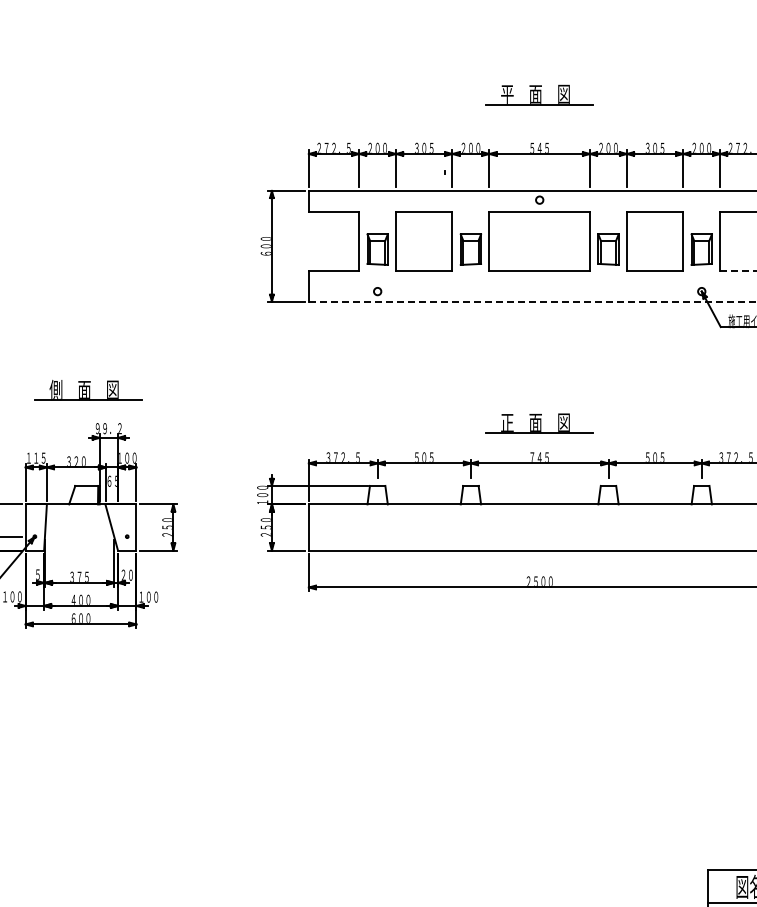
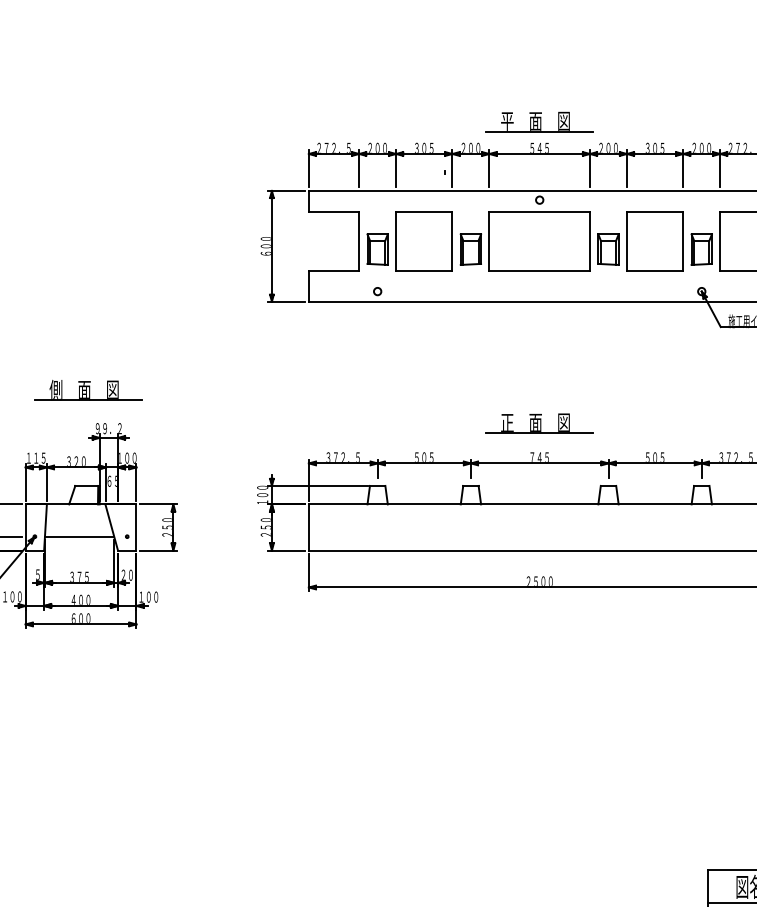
part at (539, 94) position: (539, 94) -> (539, 121)
line at (738, 270): dashed -> solid
line at (532, 301): dashed -> solid
line at (79, 536): none -> present
